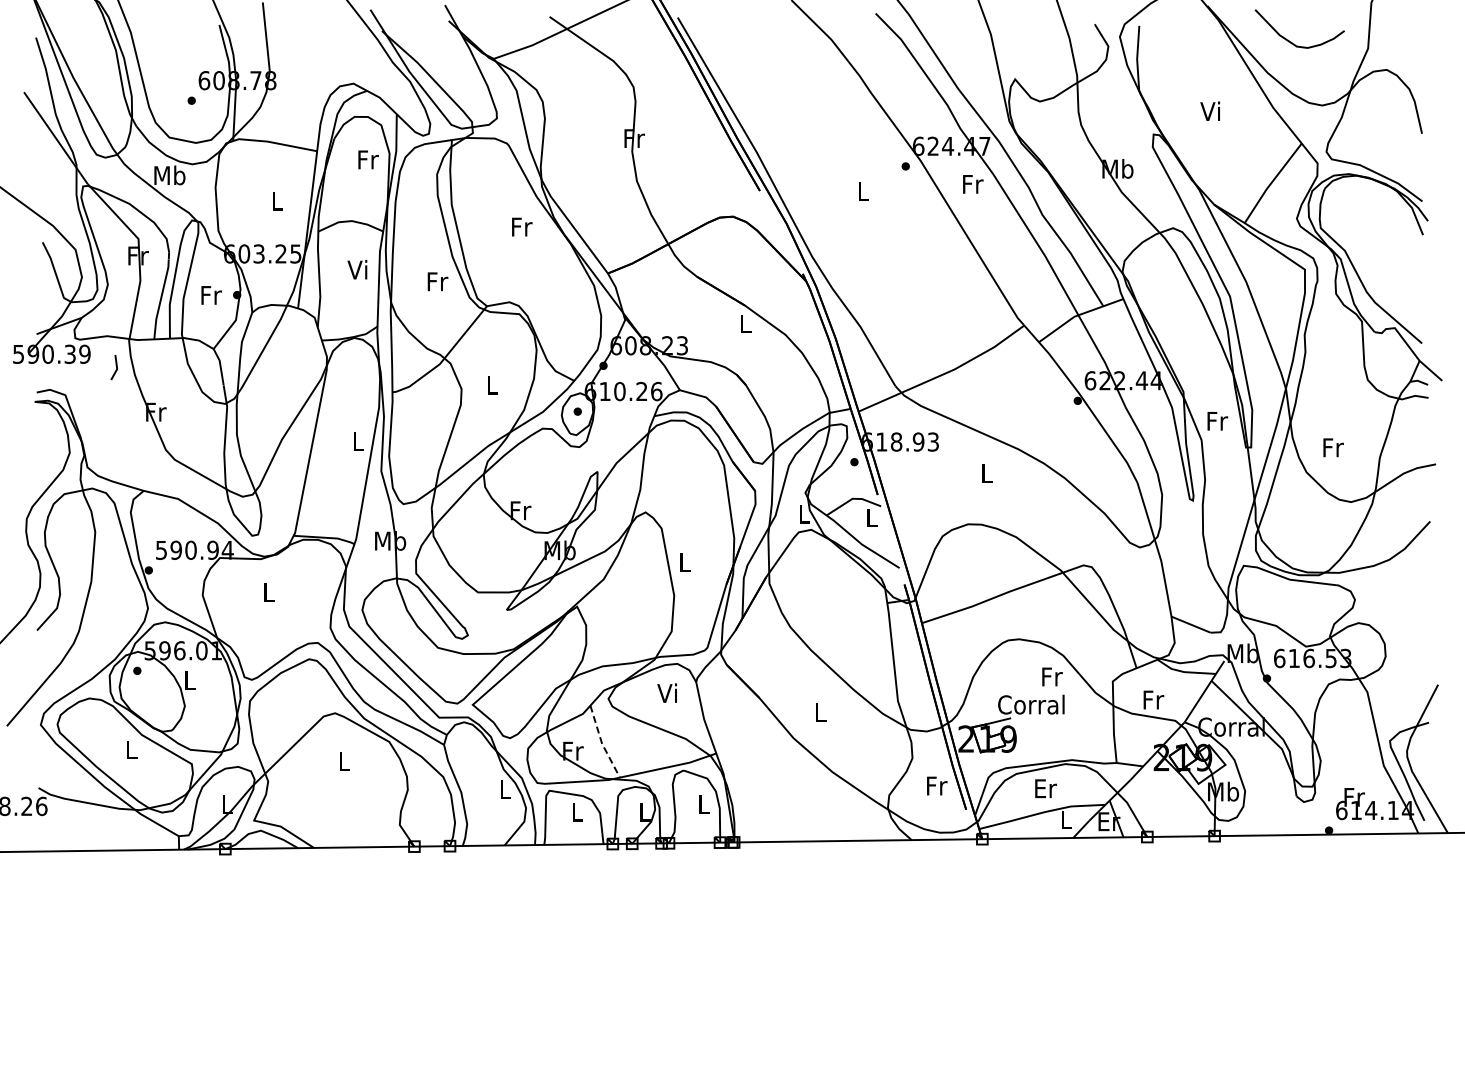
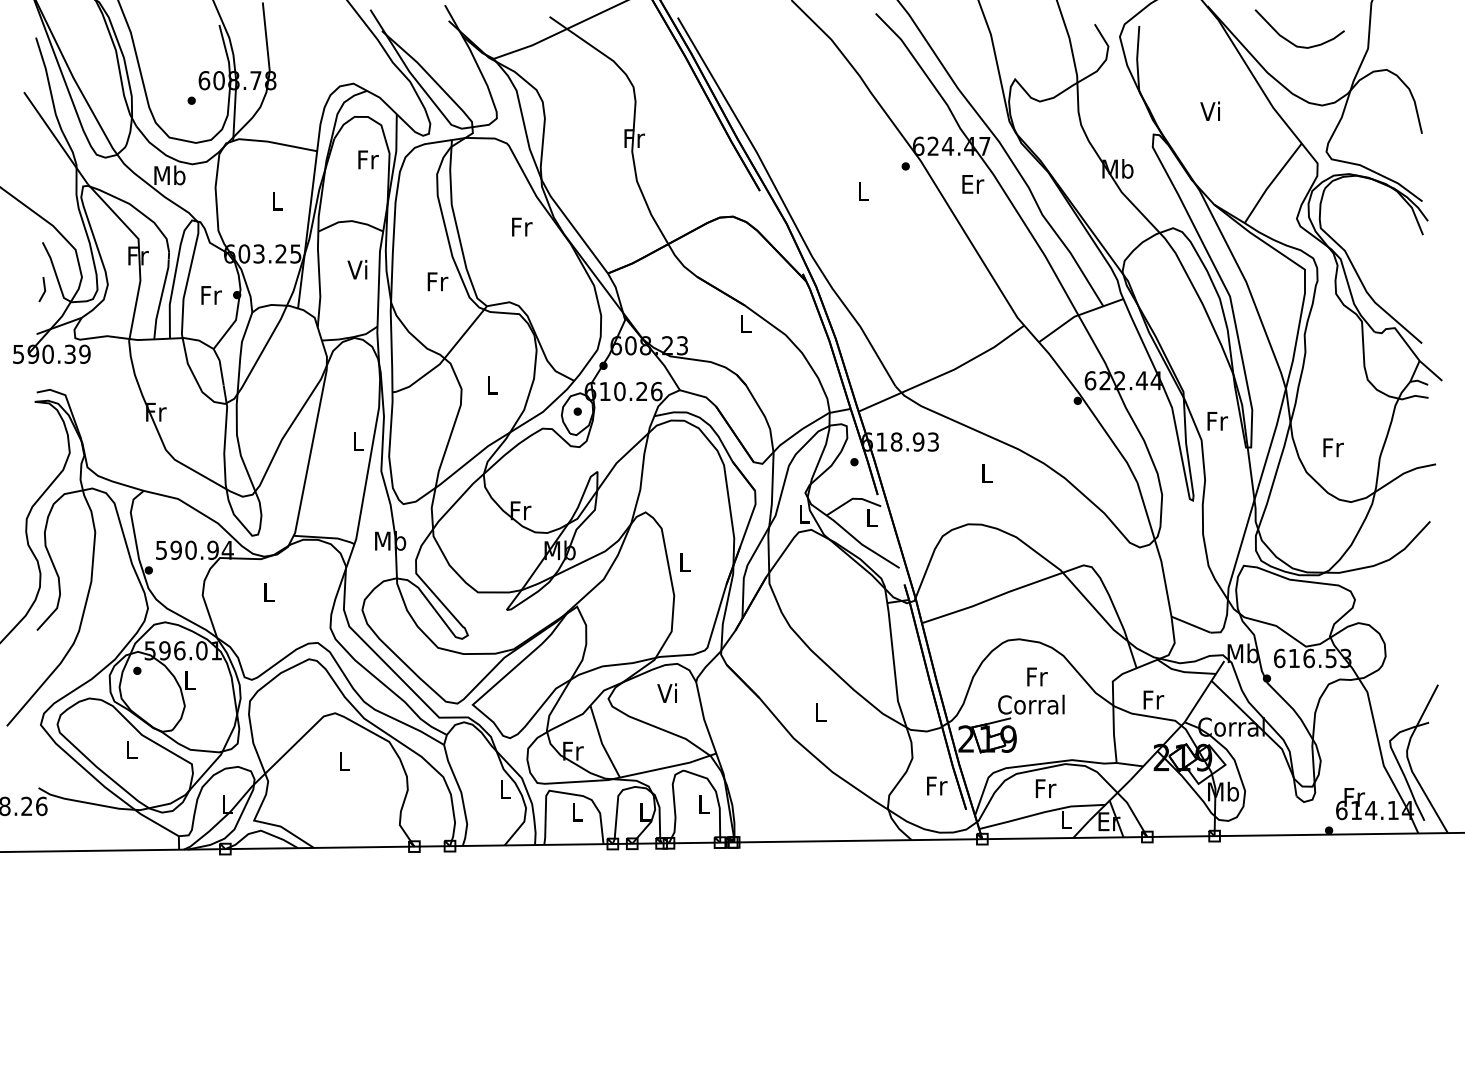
text at (973, 184): Fr -> Er
line at (115, 365) position: (115, 365) -> (43, 287)
text at (1052, 676) position: (1052, 676) -> (1037, 676)
line at (602, 743): dashed -> solid
text at (1045, 788): Er -> Fr
